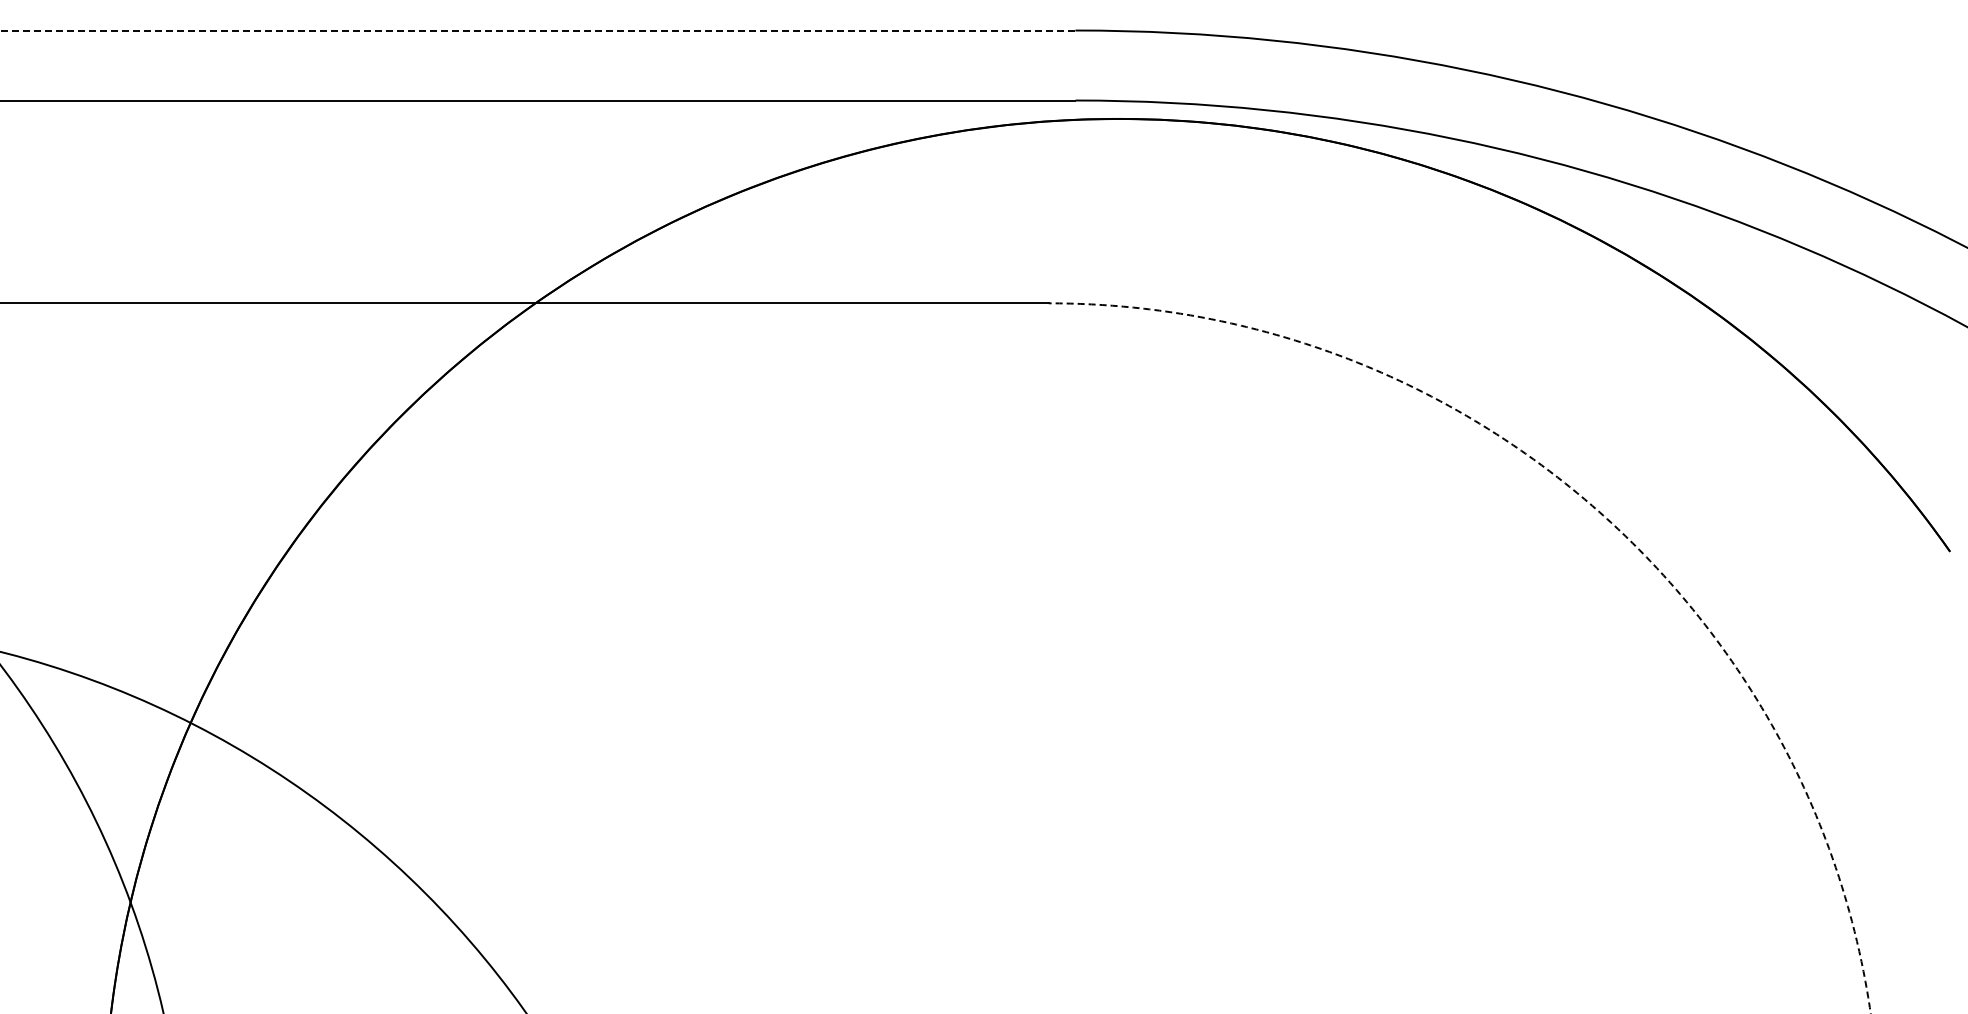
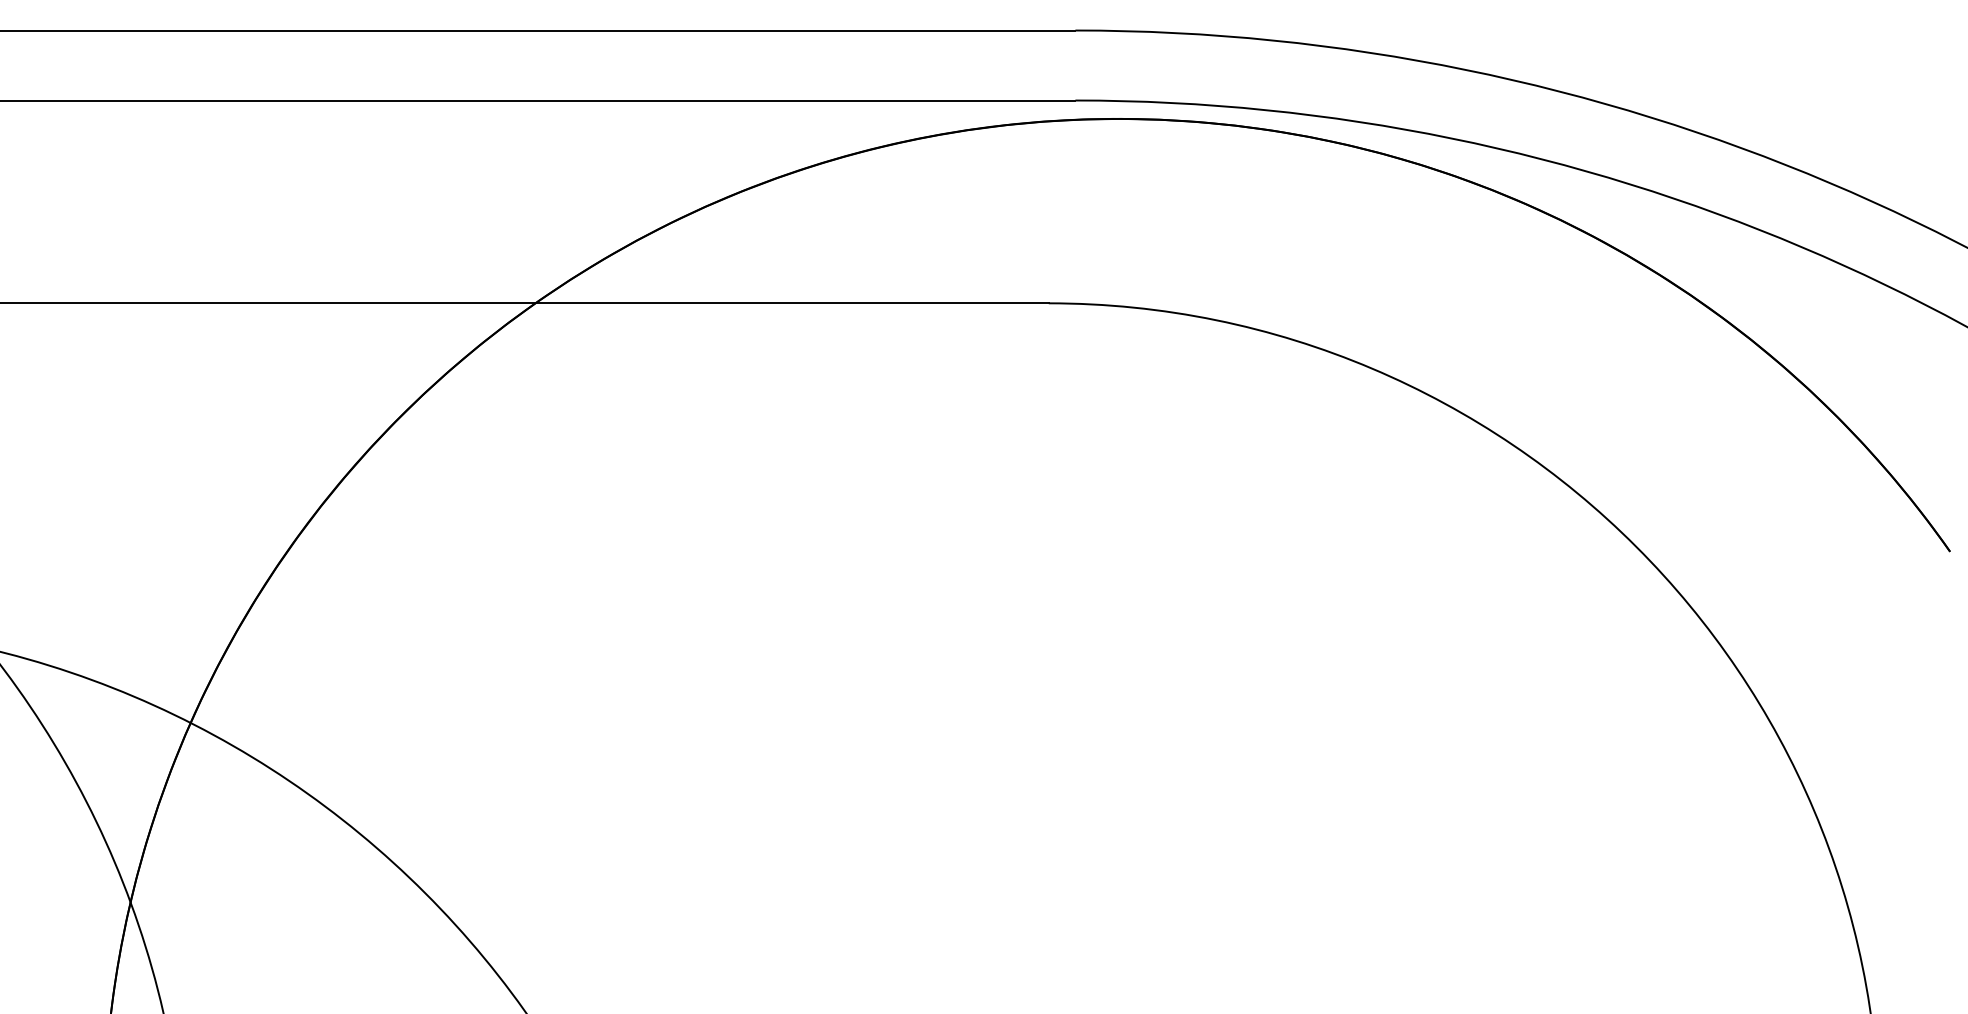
line at (538, 30): dashed -> solid
arc at (1590, 504): dashed -> solid
